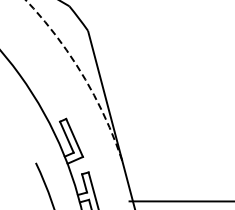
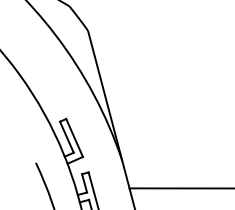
arc at (82, 74): dashed -> solid
line at (180, 201) position: (180, 201) -> (180, 188)
